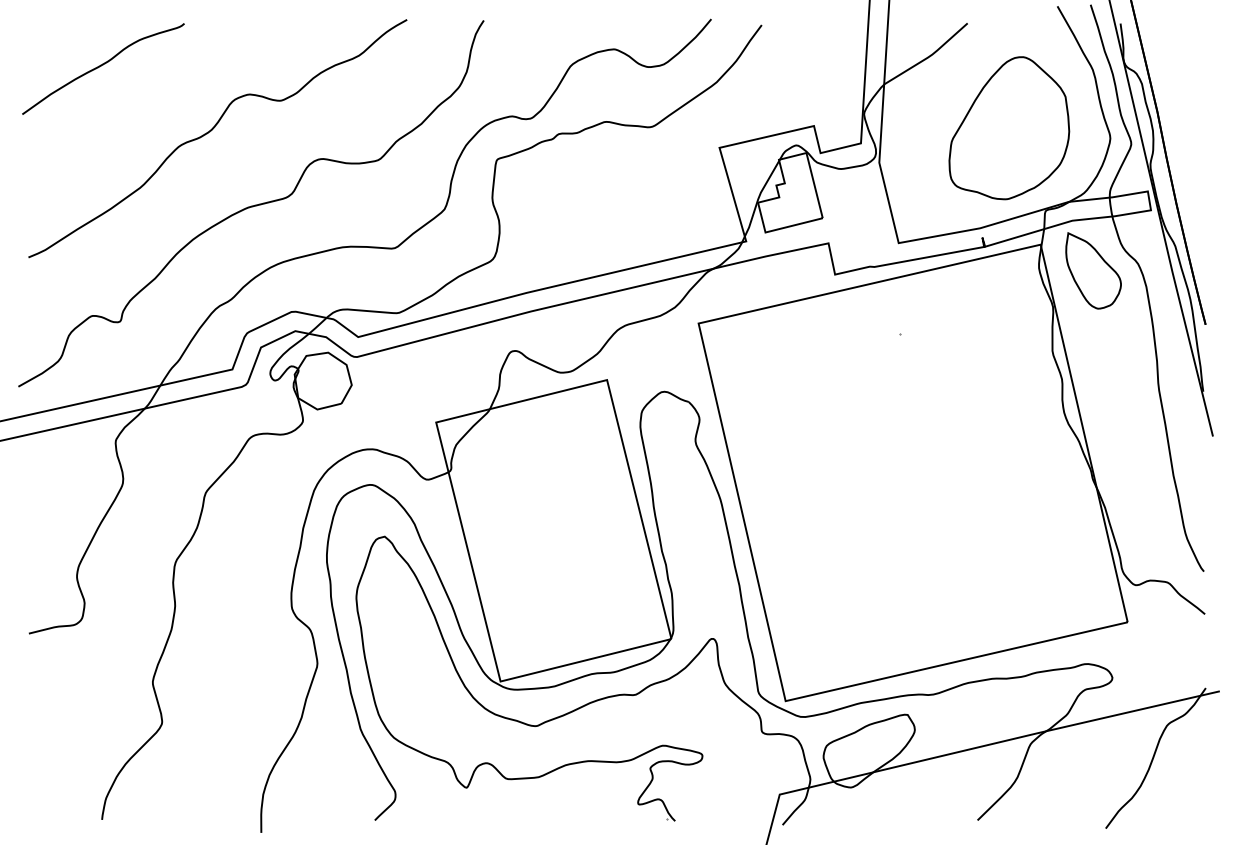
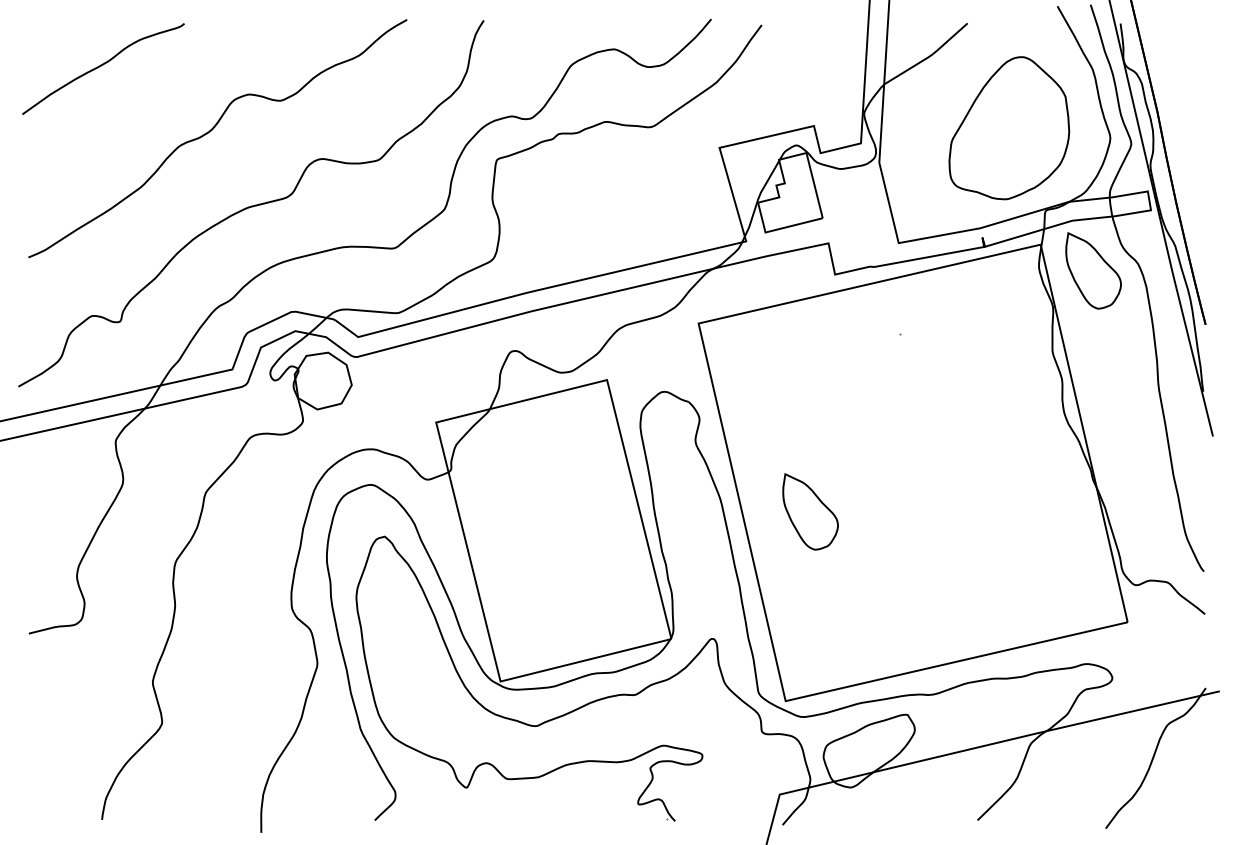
part at (810, 511): none -> present
